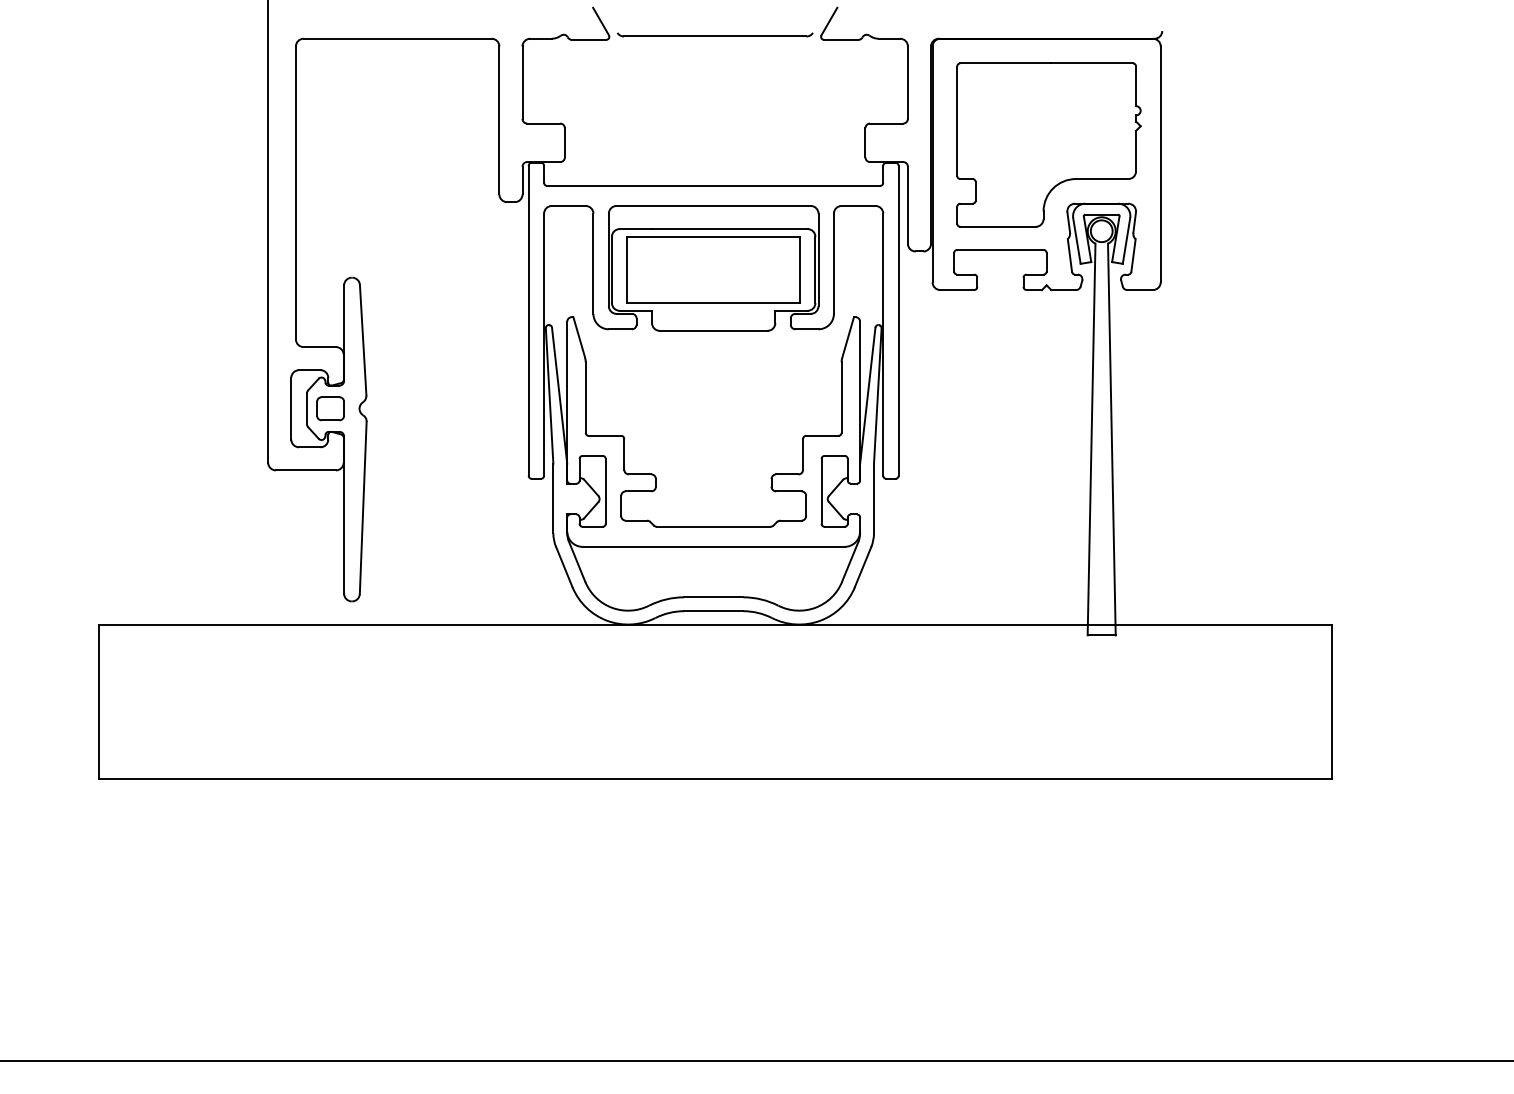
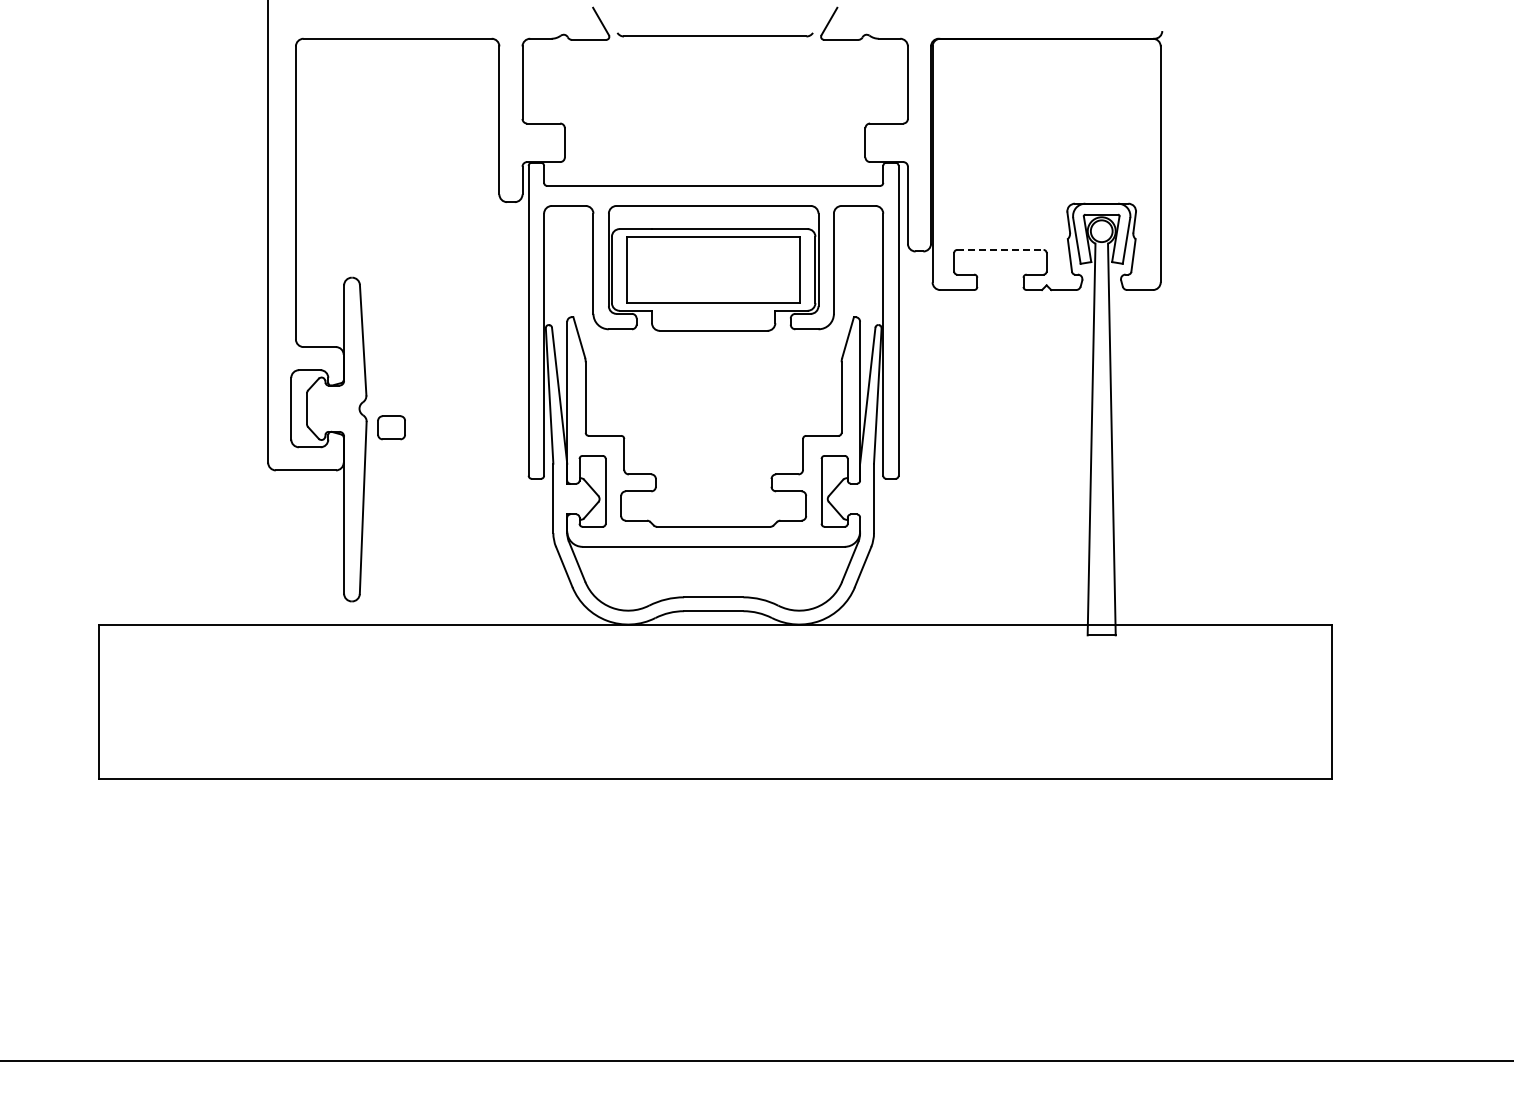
part at (1048, 144): present -> none
line at (1000, 249): solid -> dashed
part at (330, 408) position: (330, 408) -> (391, 427)
